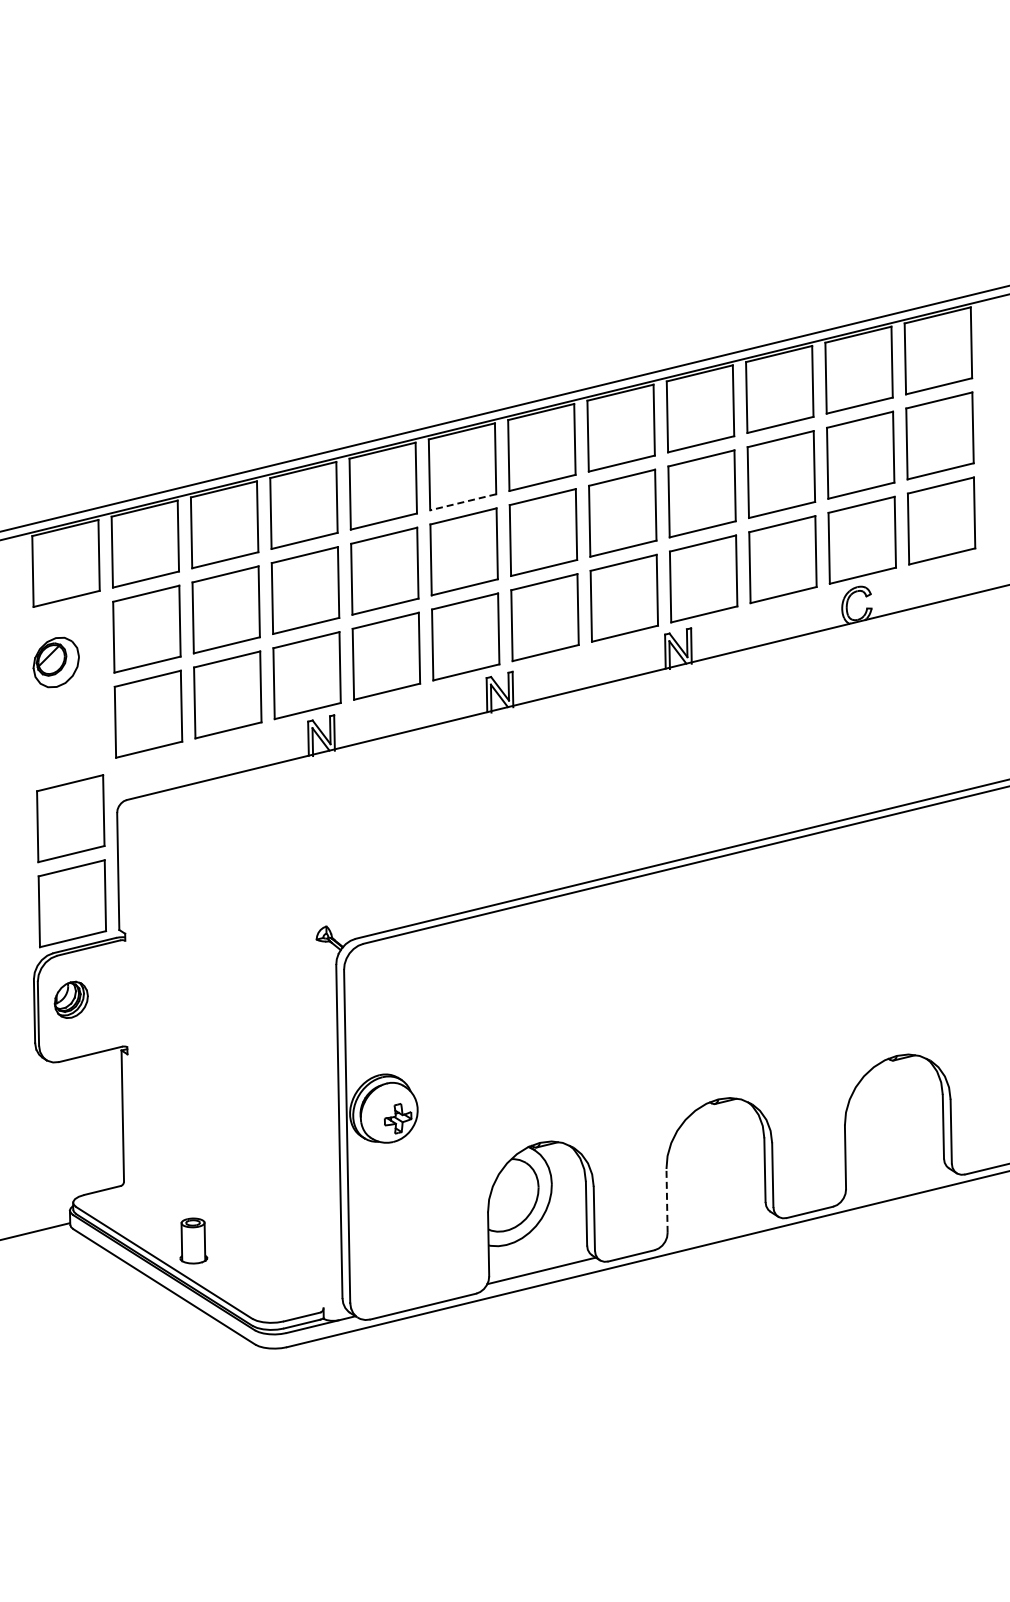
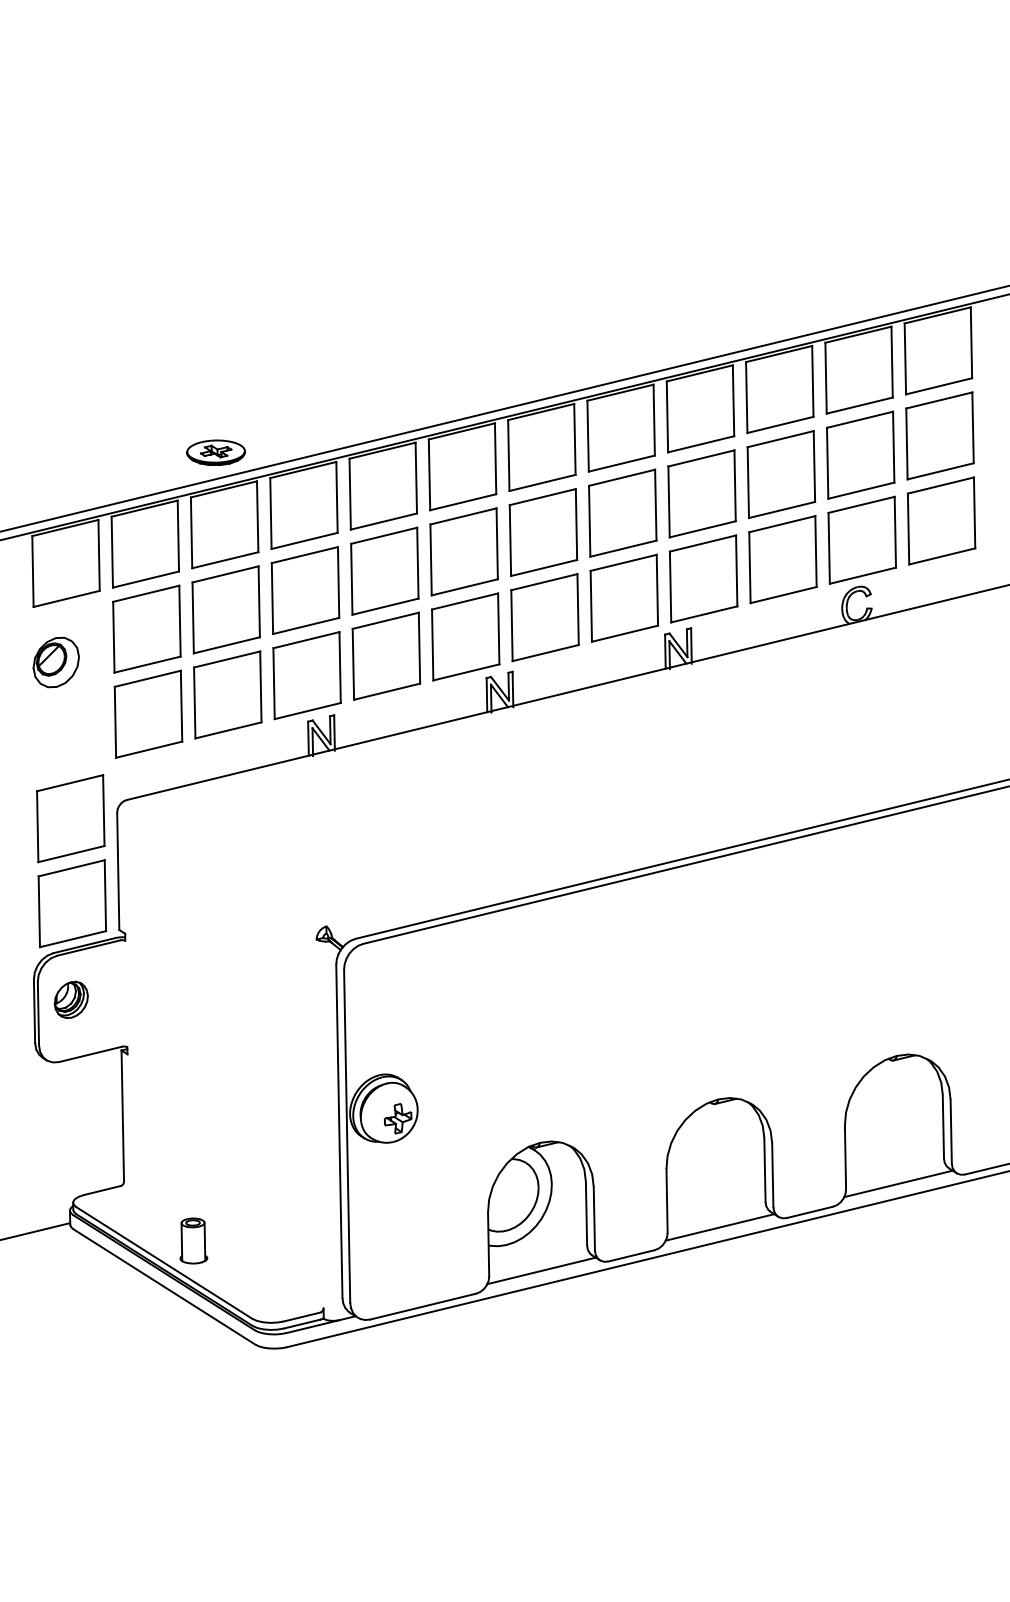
part at (215, 452): none -> present
line at (463, 502): dashed -> solid
line at (898, 1183): none -> present
line at (667, 1200): dashed -> solid
line at (719, 1227): none -> present
